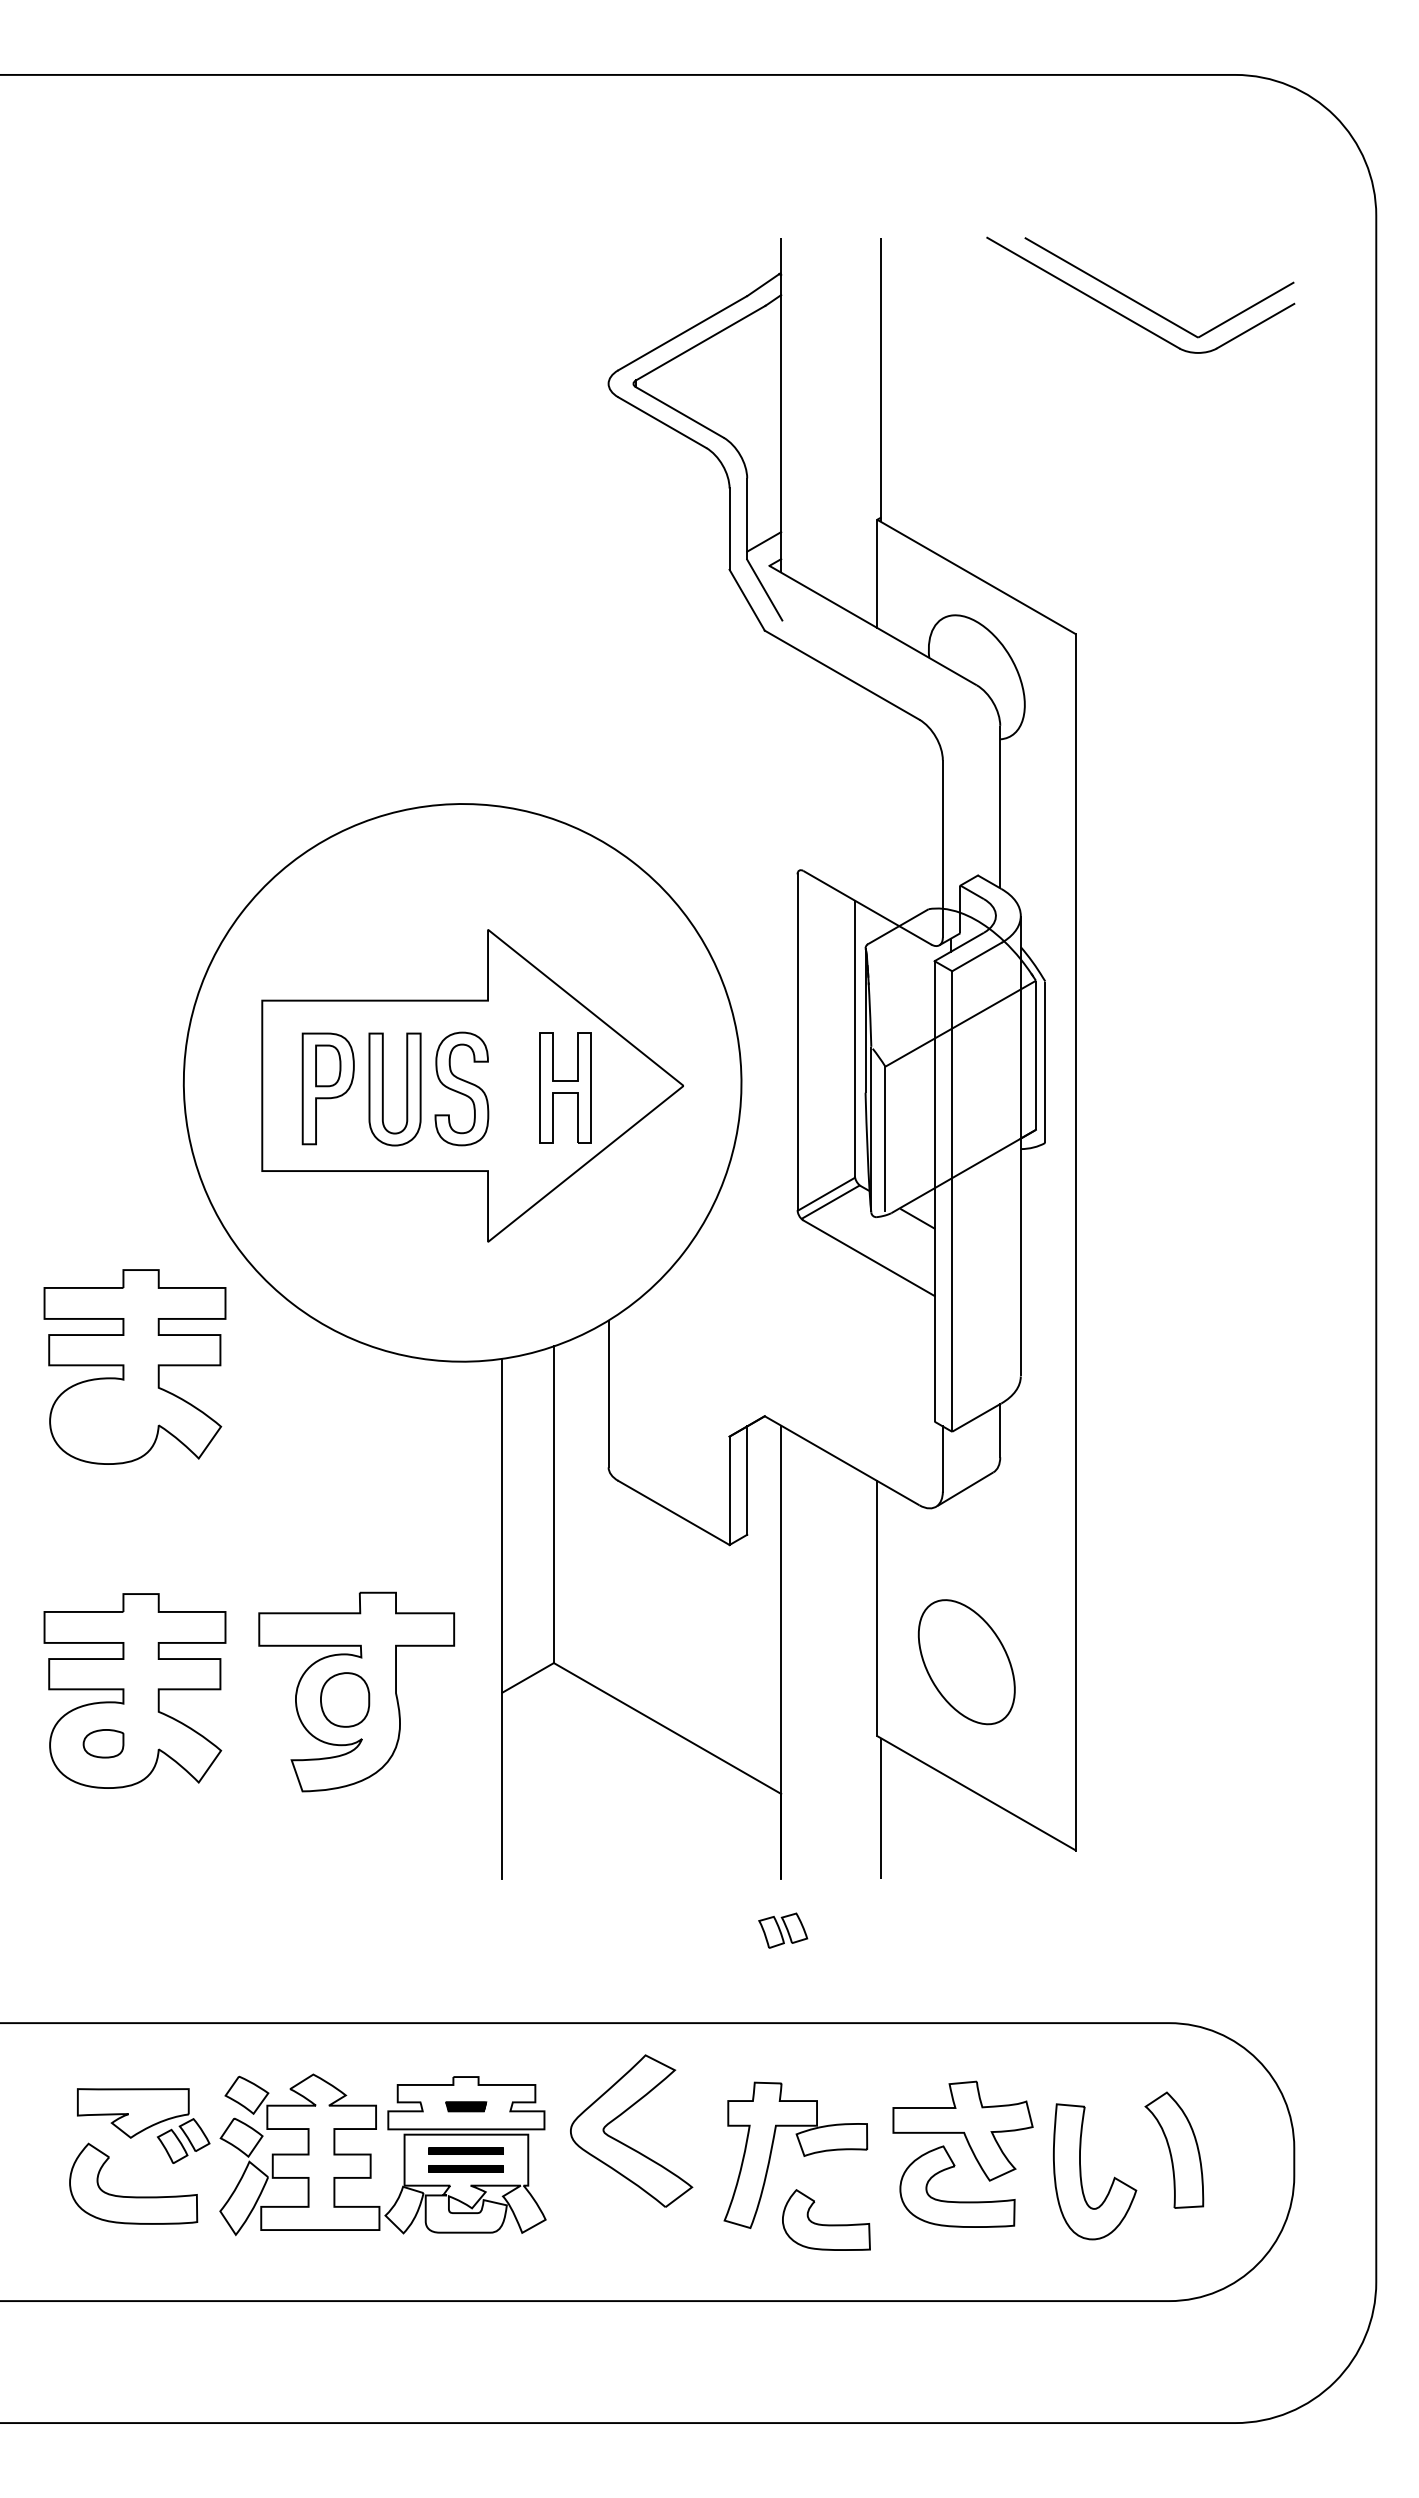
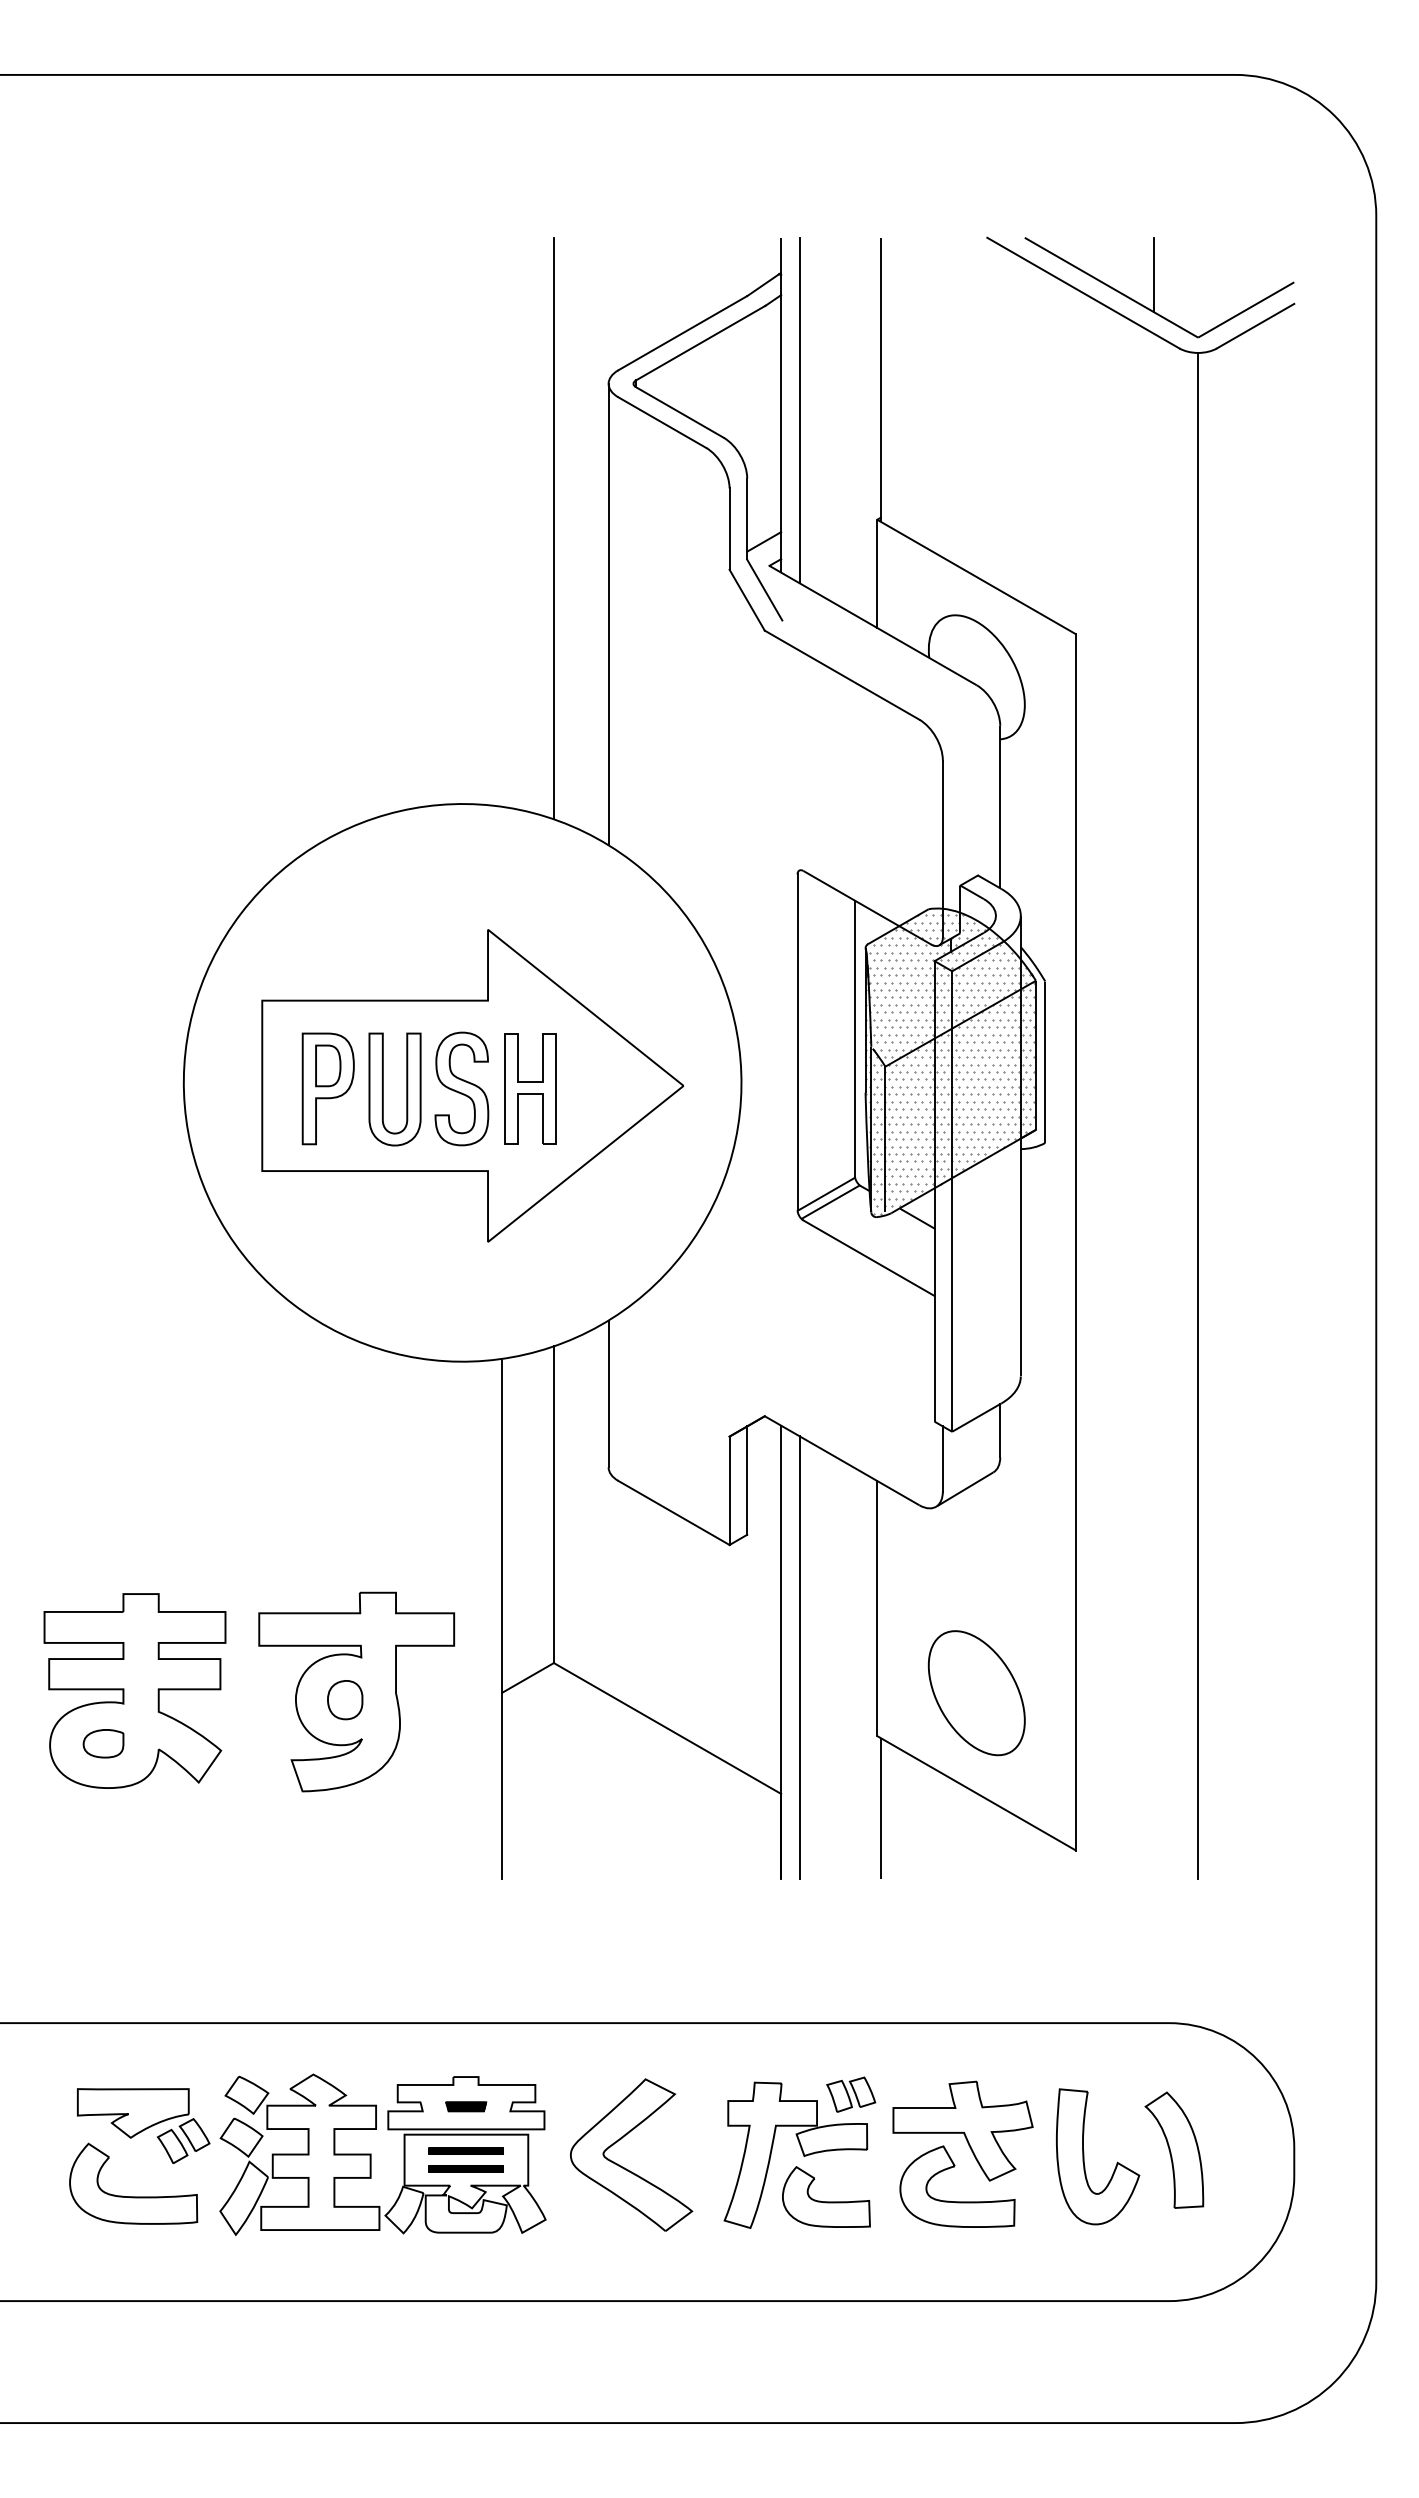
line at (1154, 274): none -> present
line at (799, 410): none -> present
line at (553, 528): none -> present
line at (608, 614): none -> present
hatch at (949, 1064): none -> present
part at (565, 1087) position: (565, 1087) -> (530, 1088)
line at (1198, 1115): none -> present
part at (134, 1366): present -> none
line at (799, 1657): none -> present
part at (966, 1662) position: (966, 1662) -> (976, 1693)
part at (345, 1699) size: 51x56 px -> 37x41 px
part at (783, 1930) position: (783, 1930) -> (851, 2094)
part at (624, 2143) position: (624, 2143) -> (624, 2167)
part at (1081, 2171) position: (1081, 2171) -> (1084, 2156)
part at (826, 2219) position: (826, 2219) -> (826, 2196)
